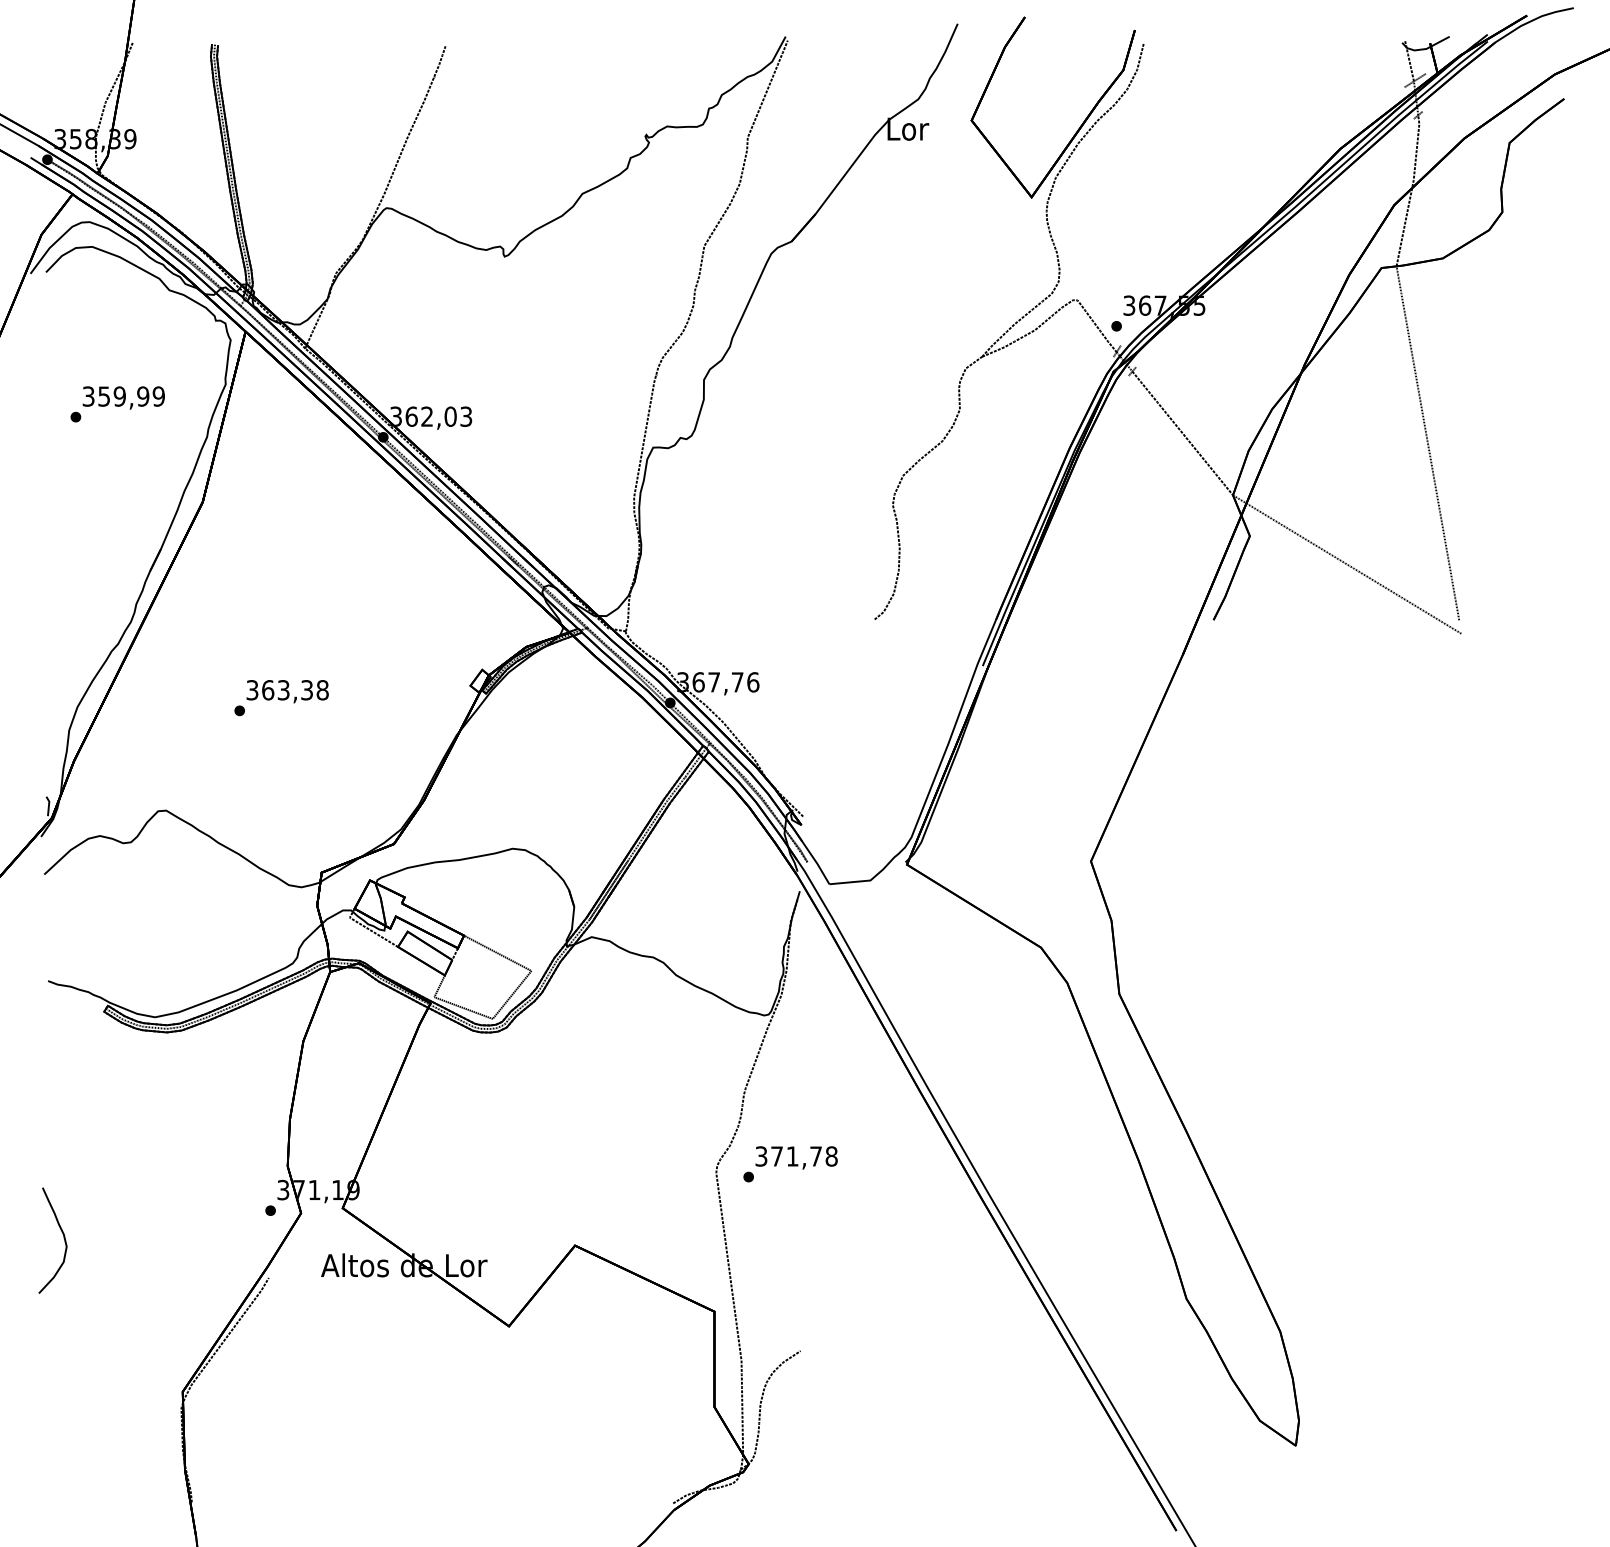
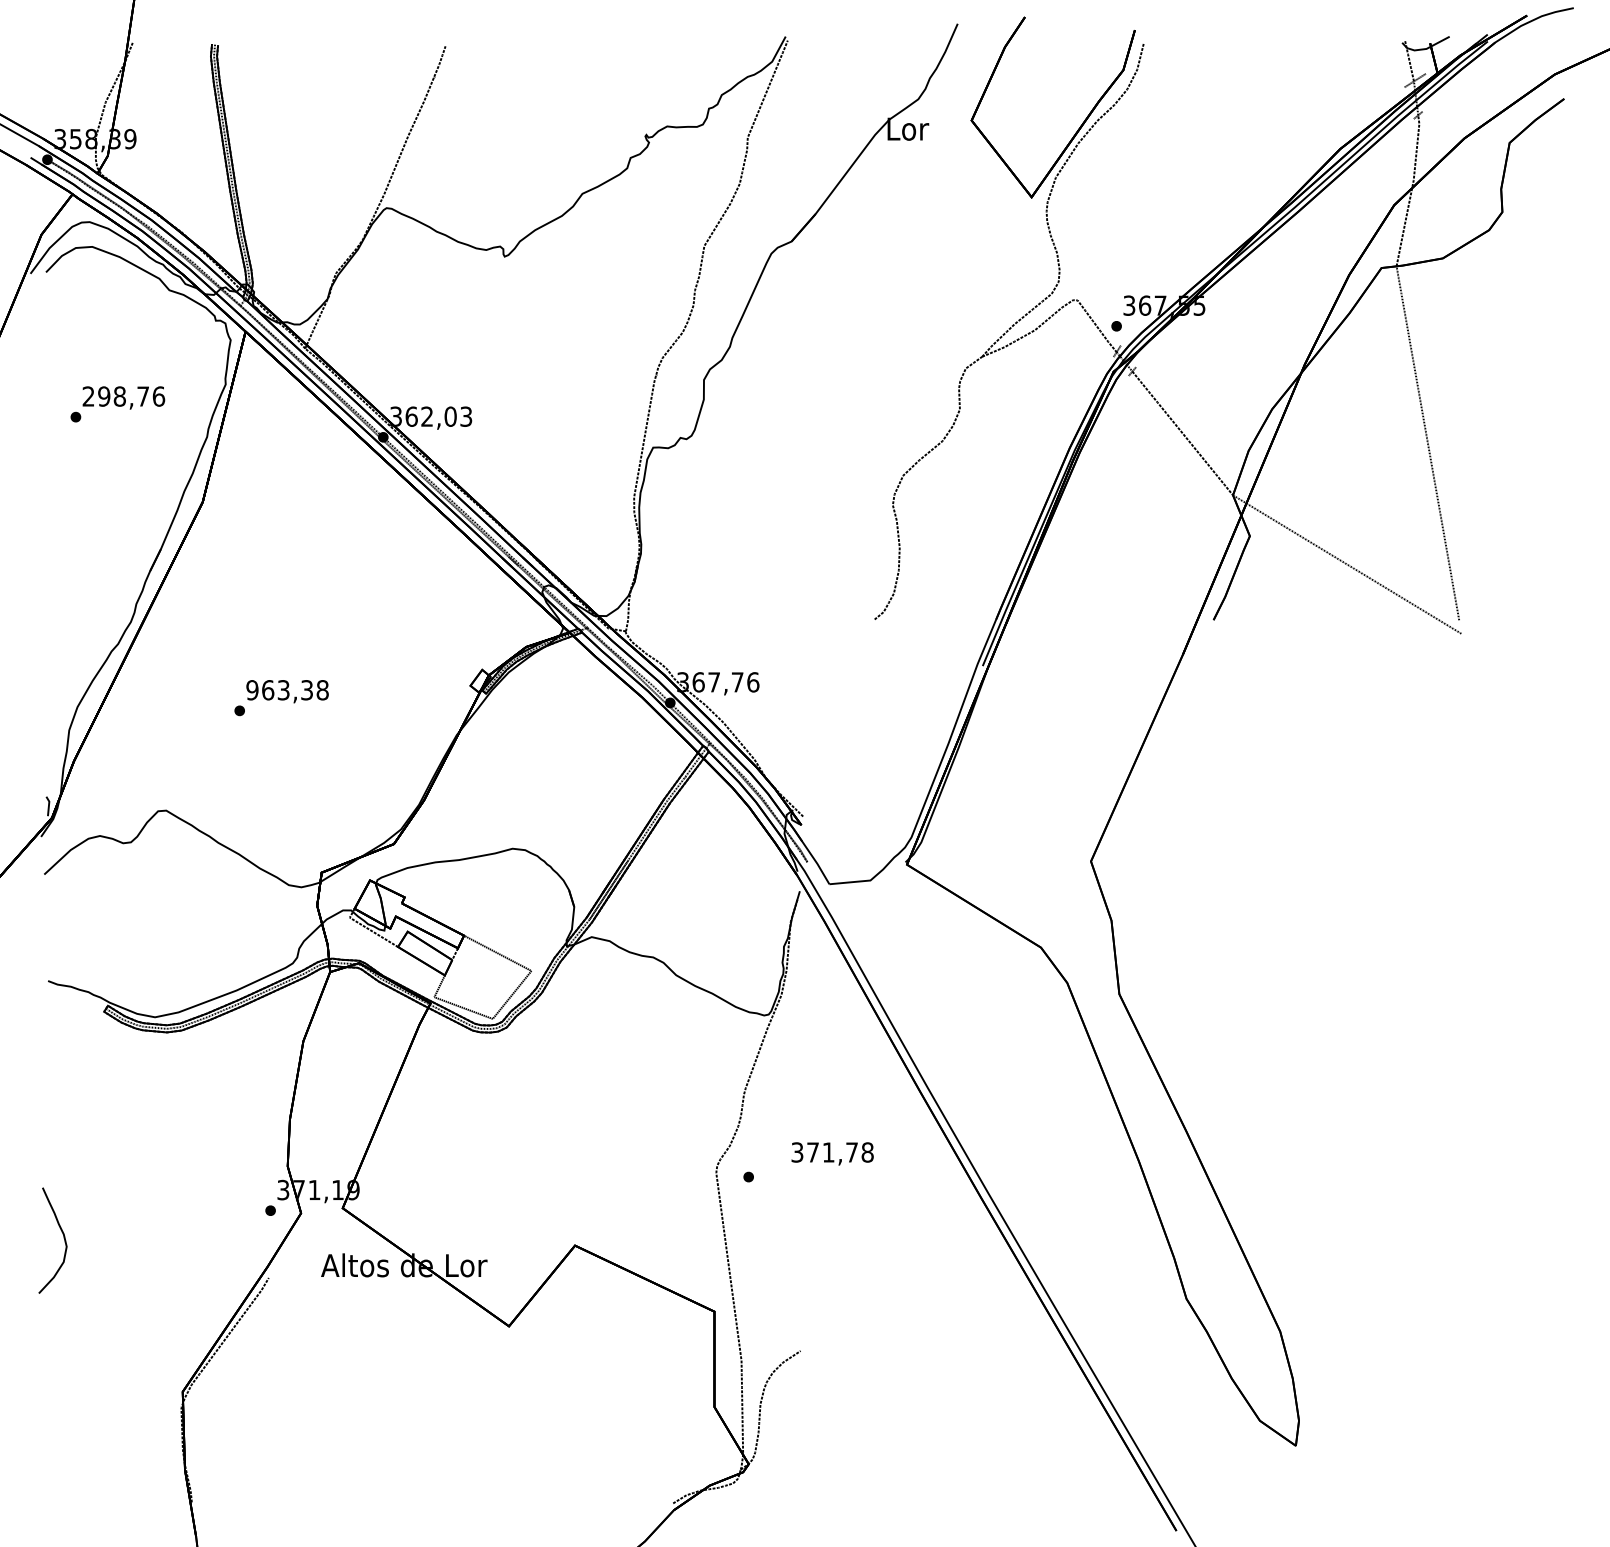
text at (123, 396): 359,99 -> 298,76
text at (252, 690): 363,38 -> 963,38
text at (796, 1157) position: (796, 1157) -> (832, 1153)
